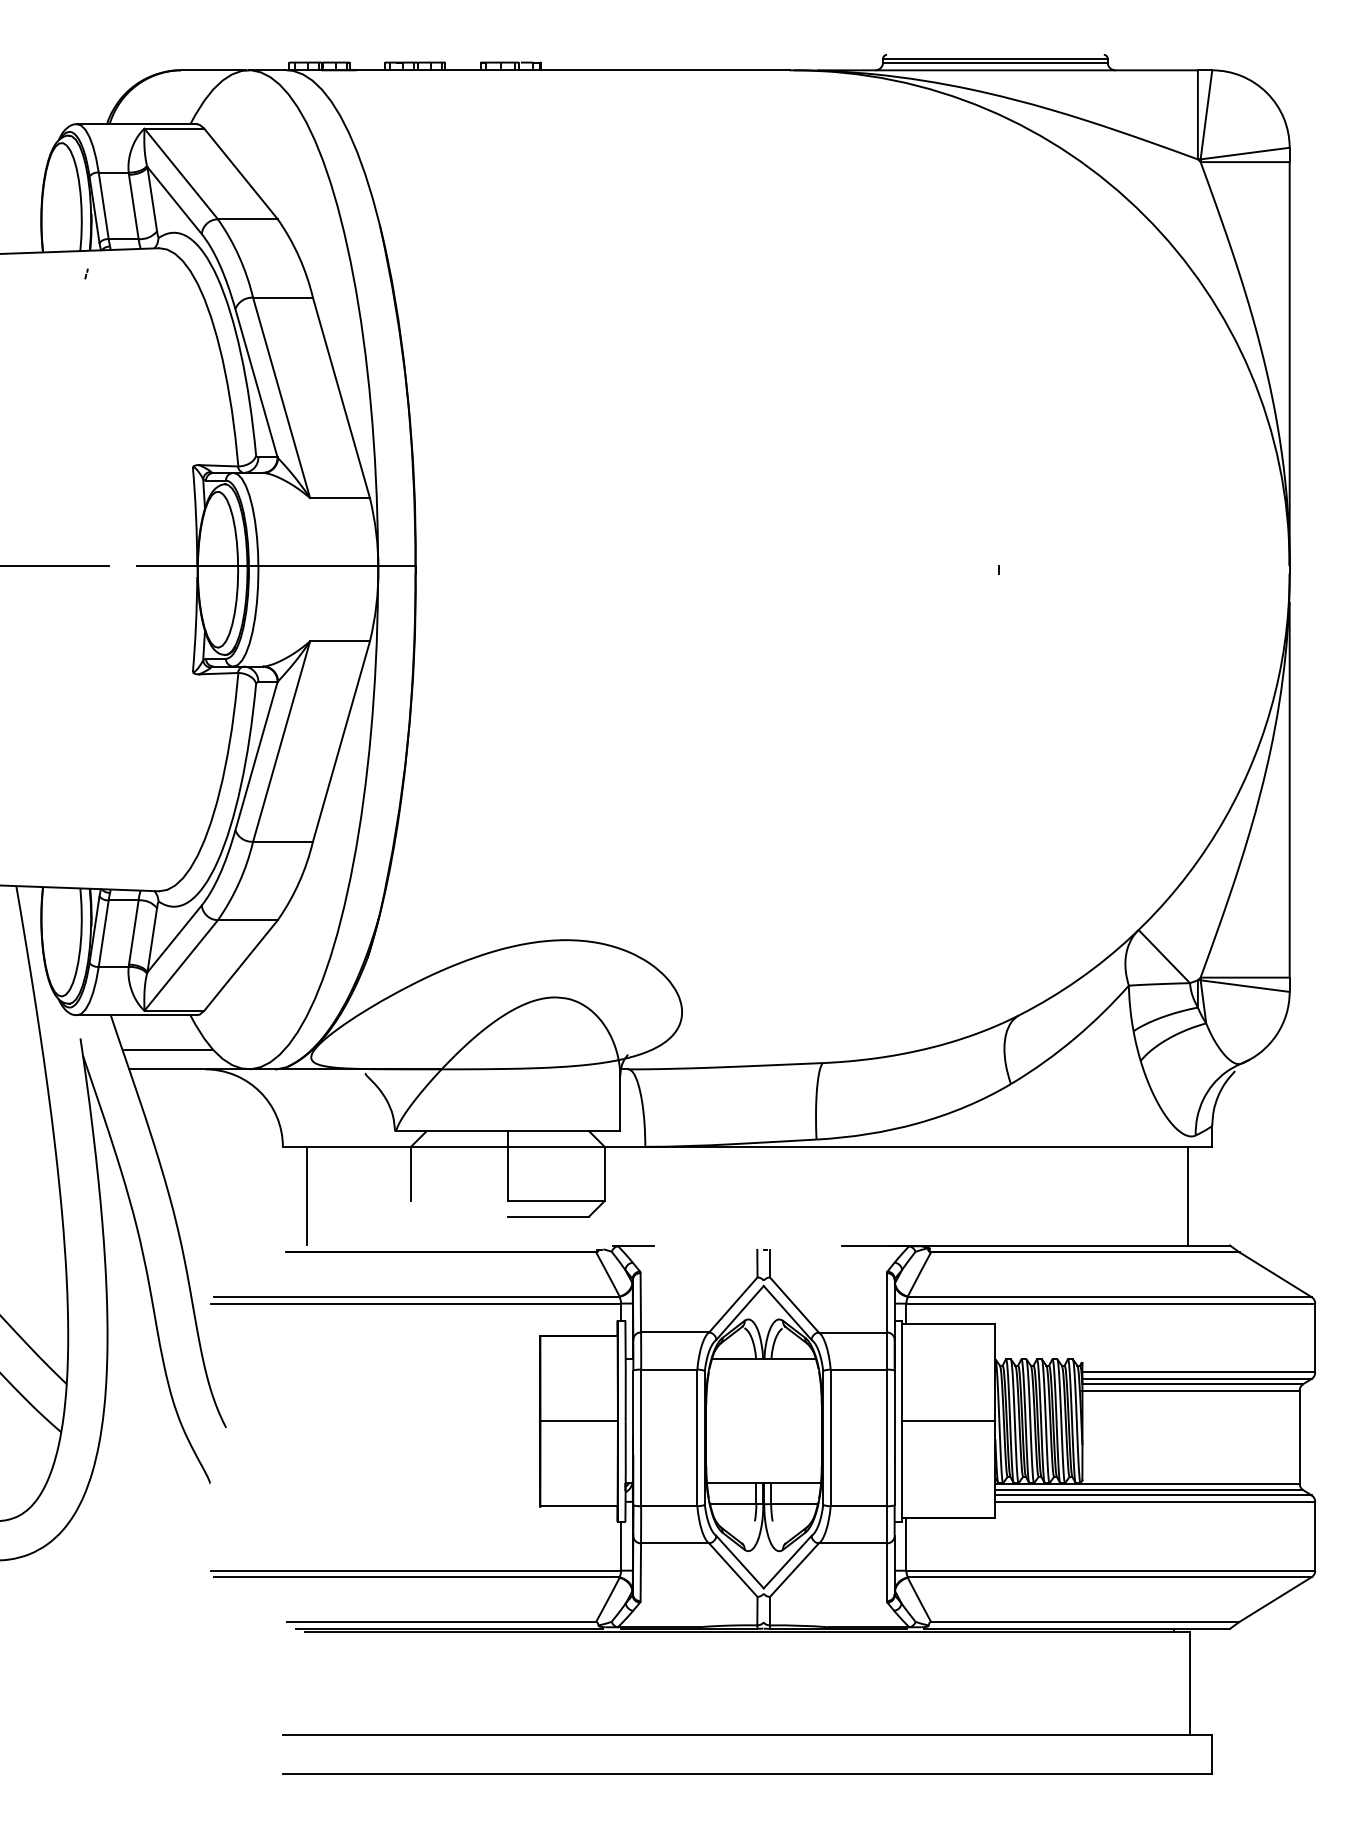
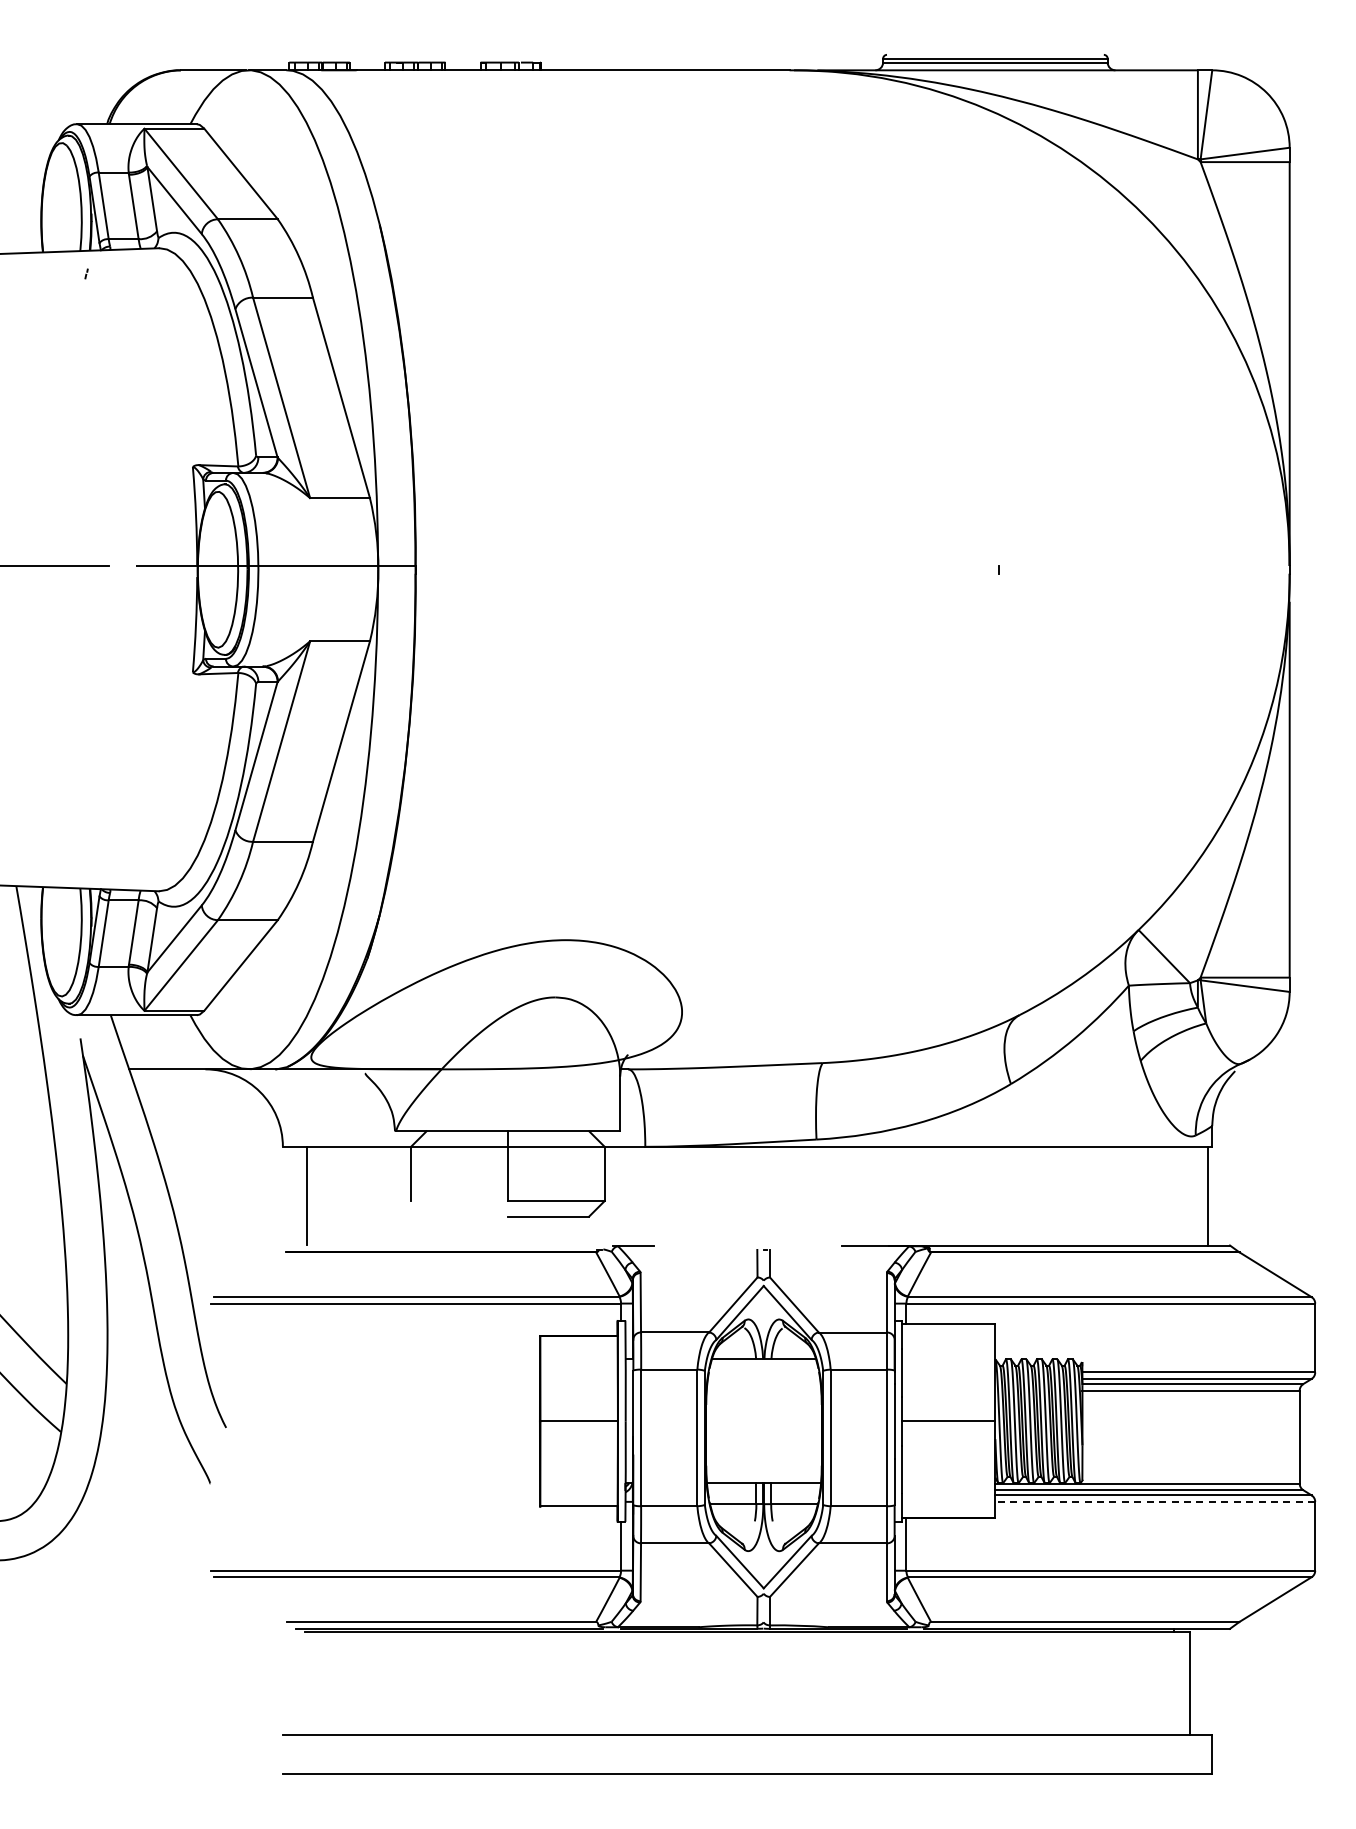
line at (167, 1050): present -> none
line at (1187, 1195) position: (1187, 1195) -> (1207, 1195)
line at (1155, 1501): solid -> dashed
